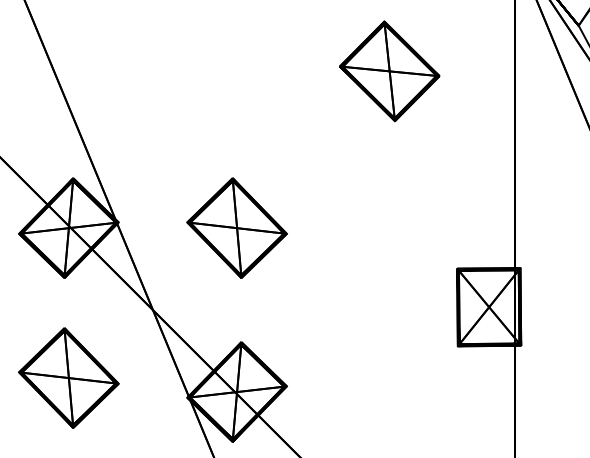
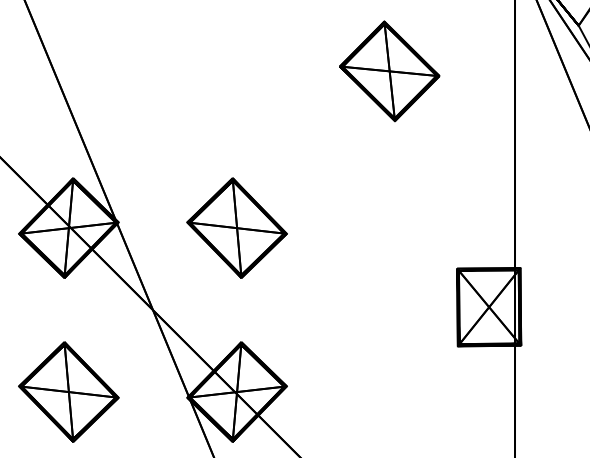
part at (68, 377) position: (68, 377) -> (68, 391)
